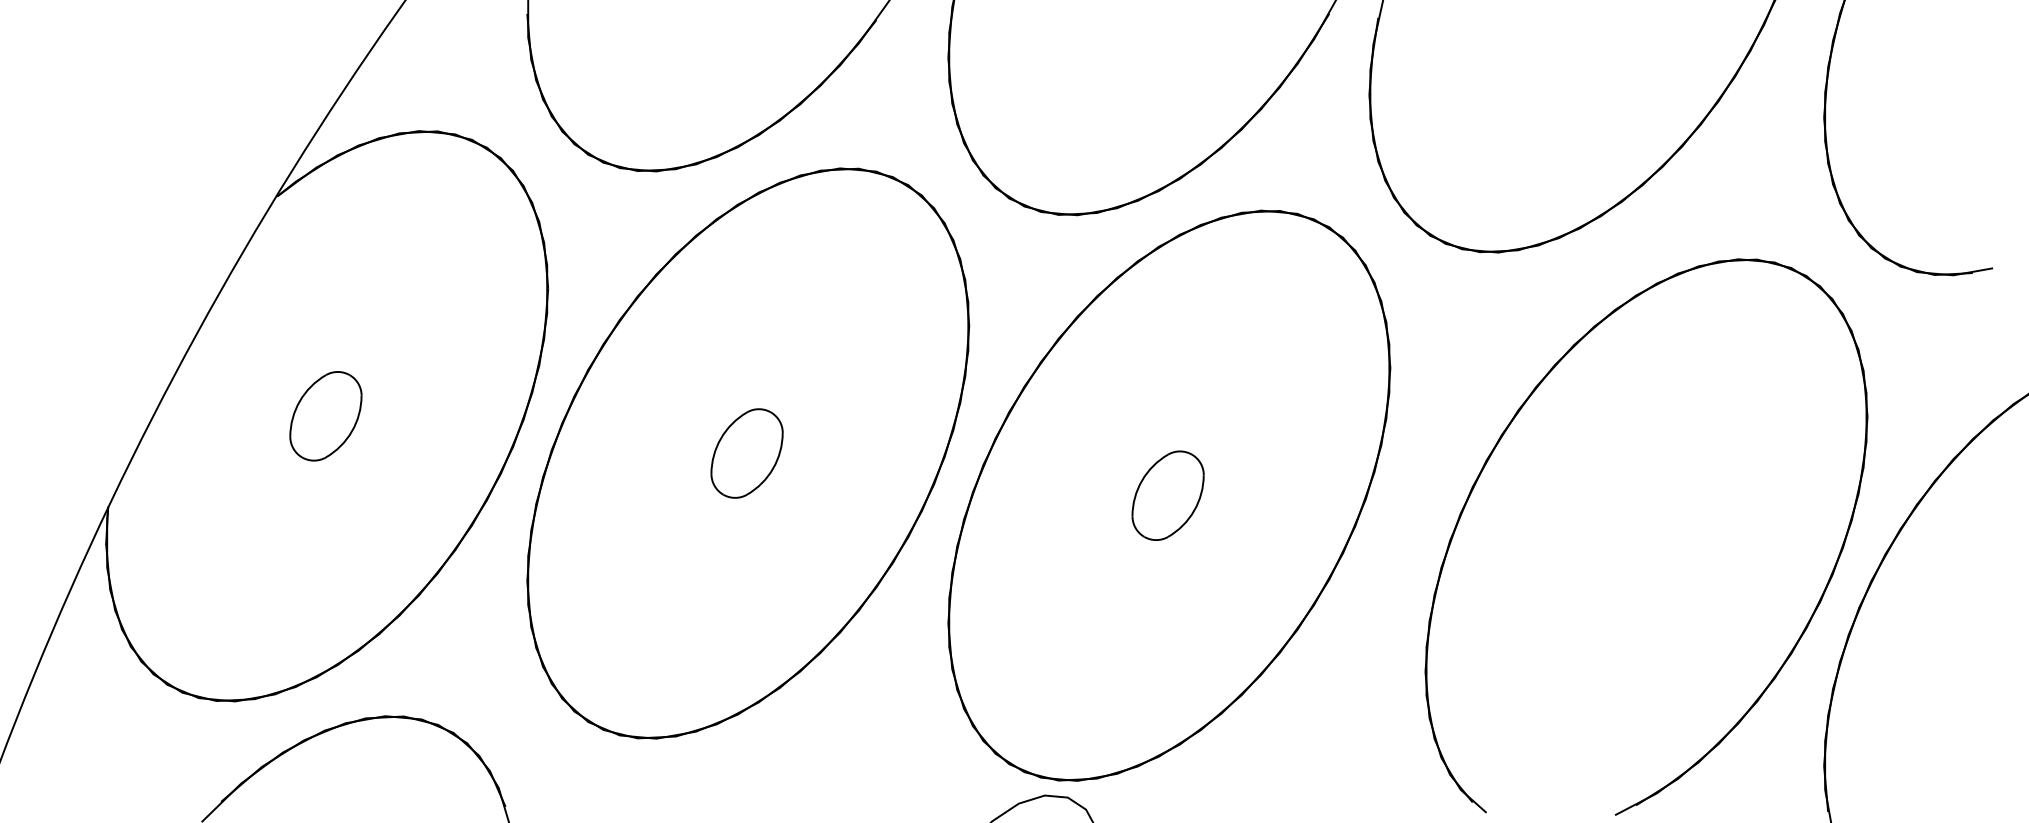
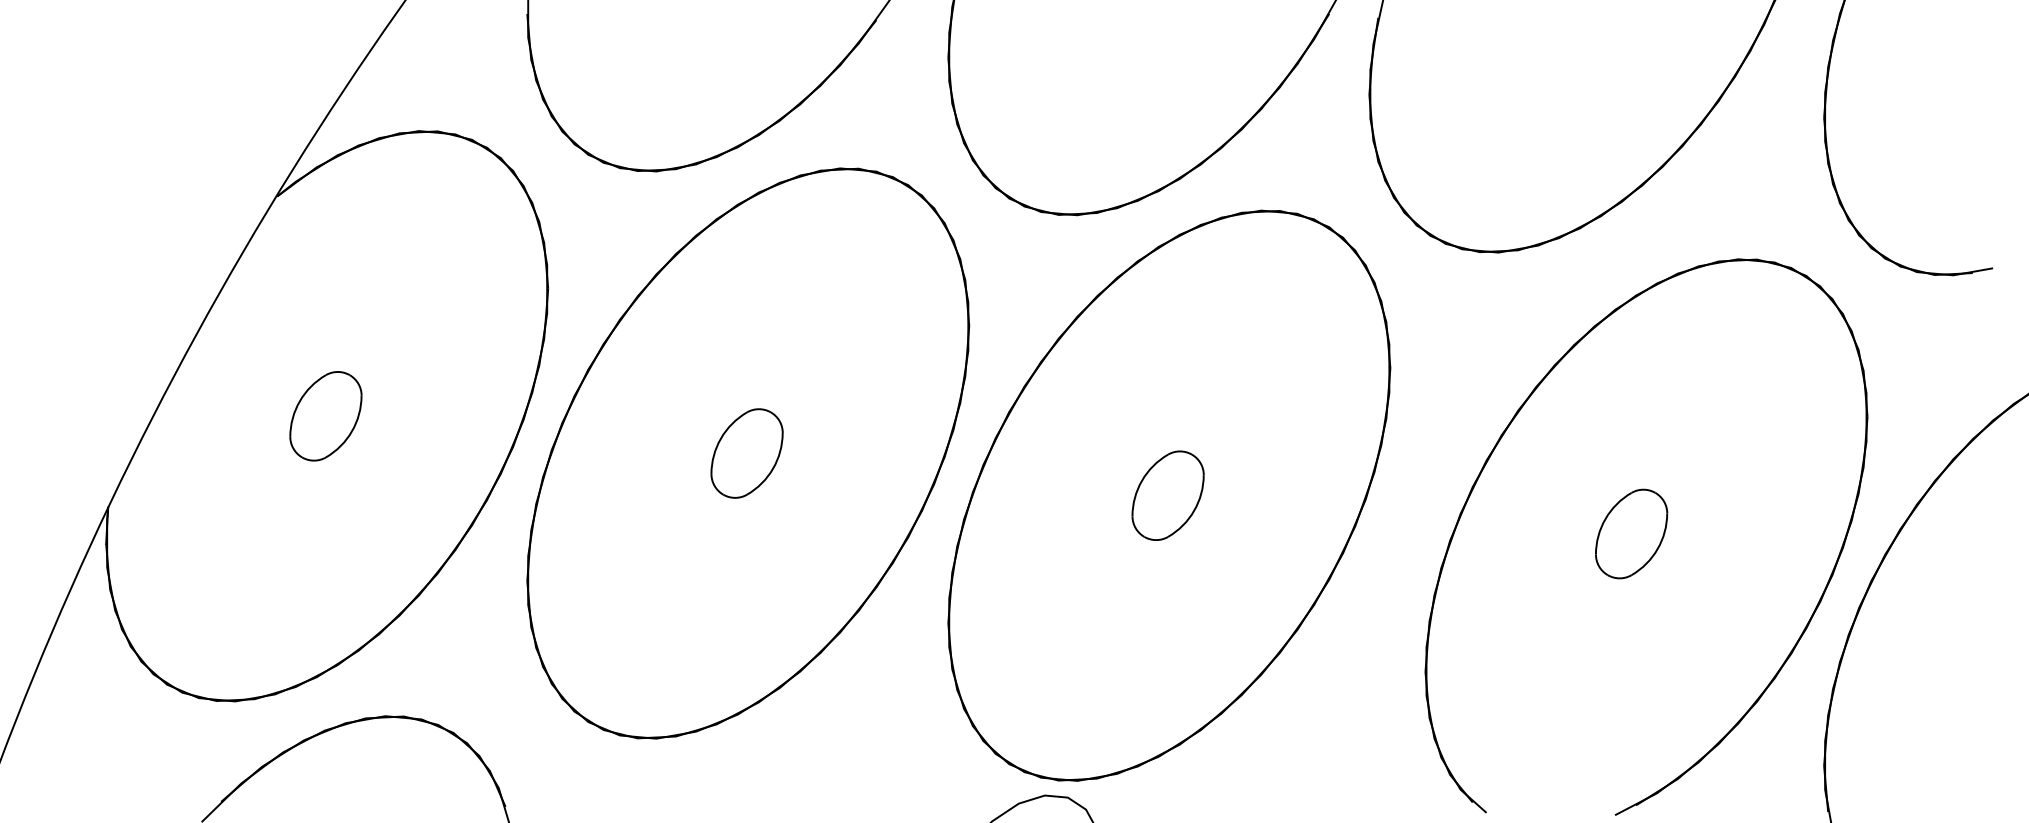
part at (1631, 533): none -> present
